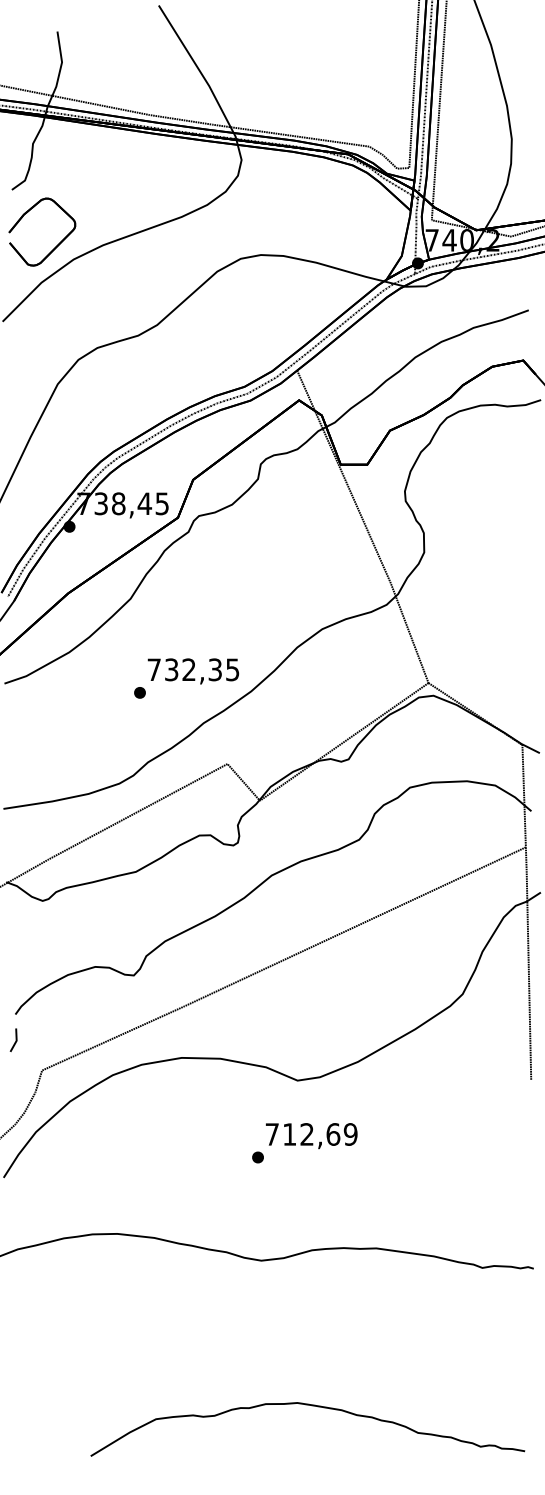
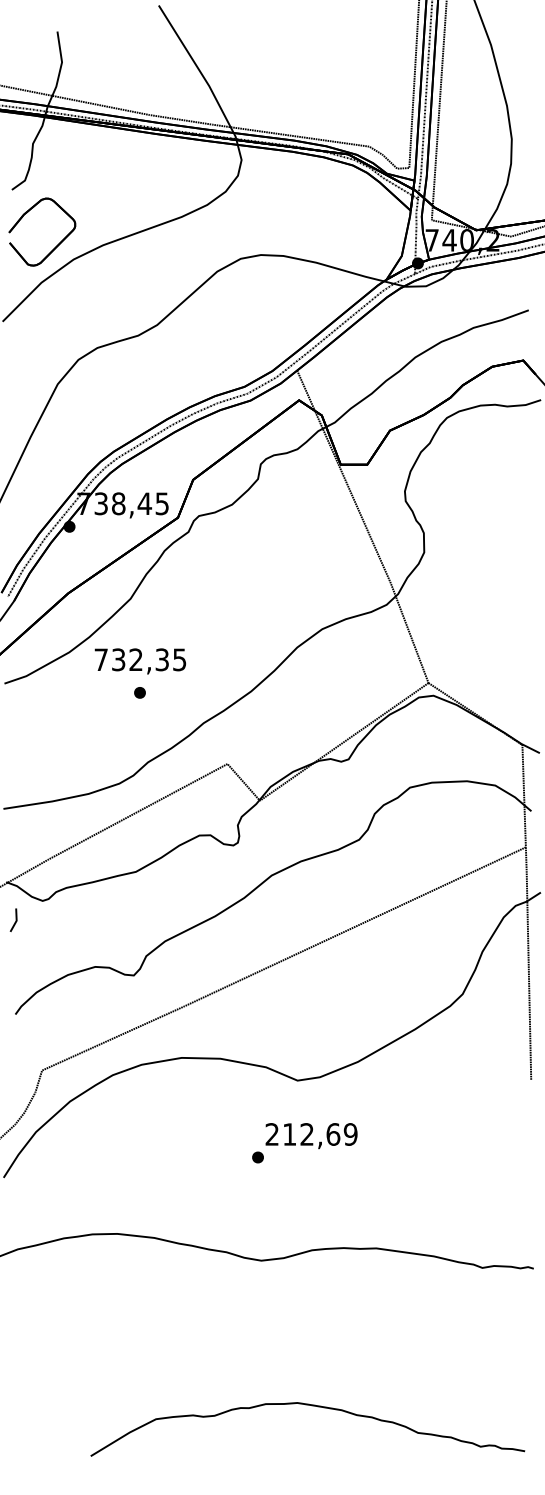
text at (193, 671) position: (193, 671) -> (140, 661)
line at (15, 1040) position: (15, 1040) -> (15, 920)
text at (271, 1134): 712,69 -> 212,69
